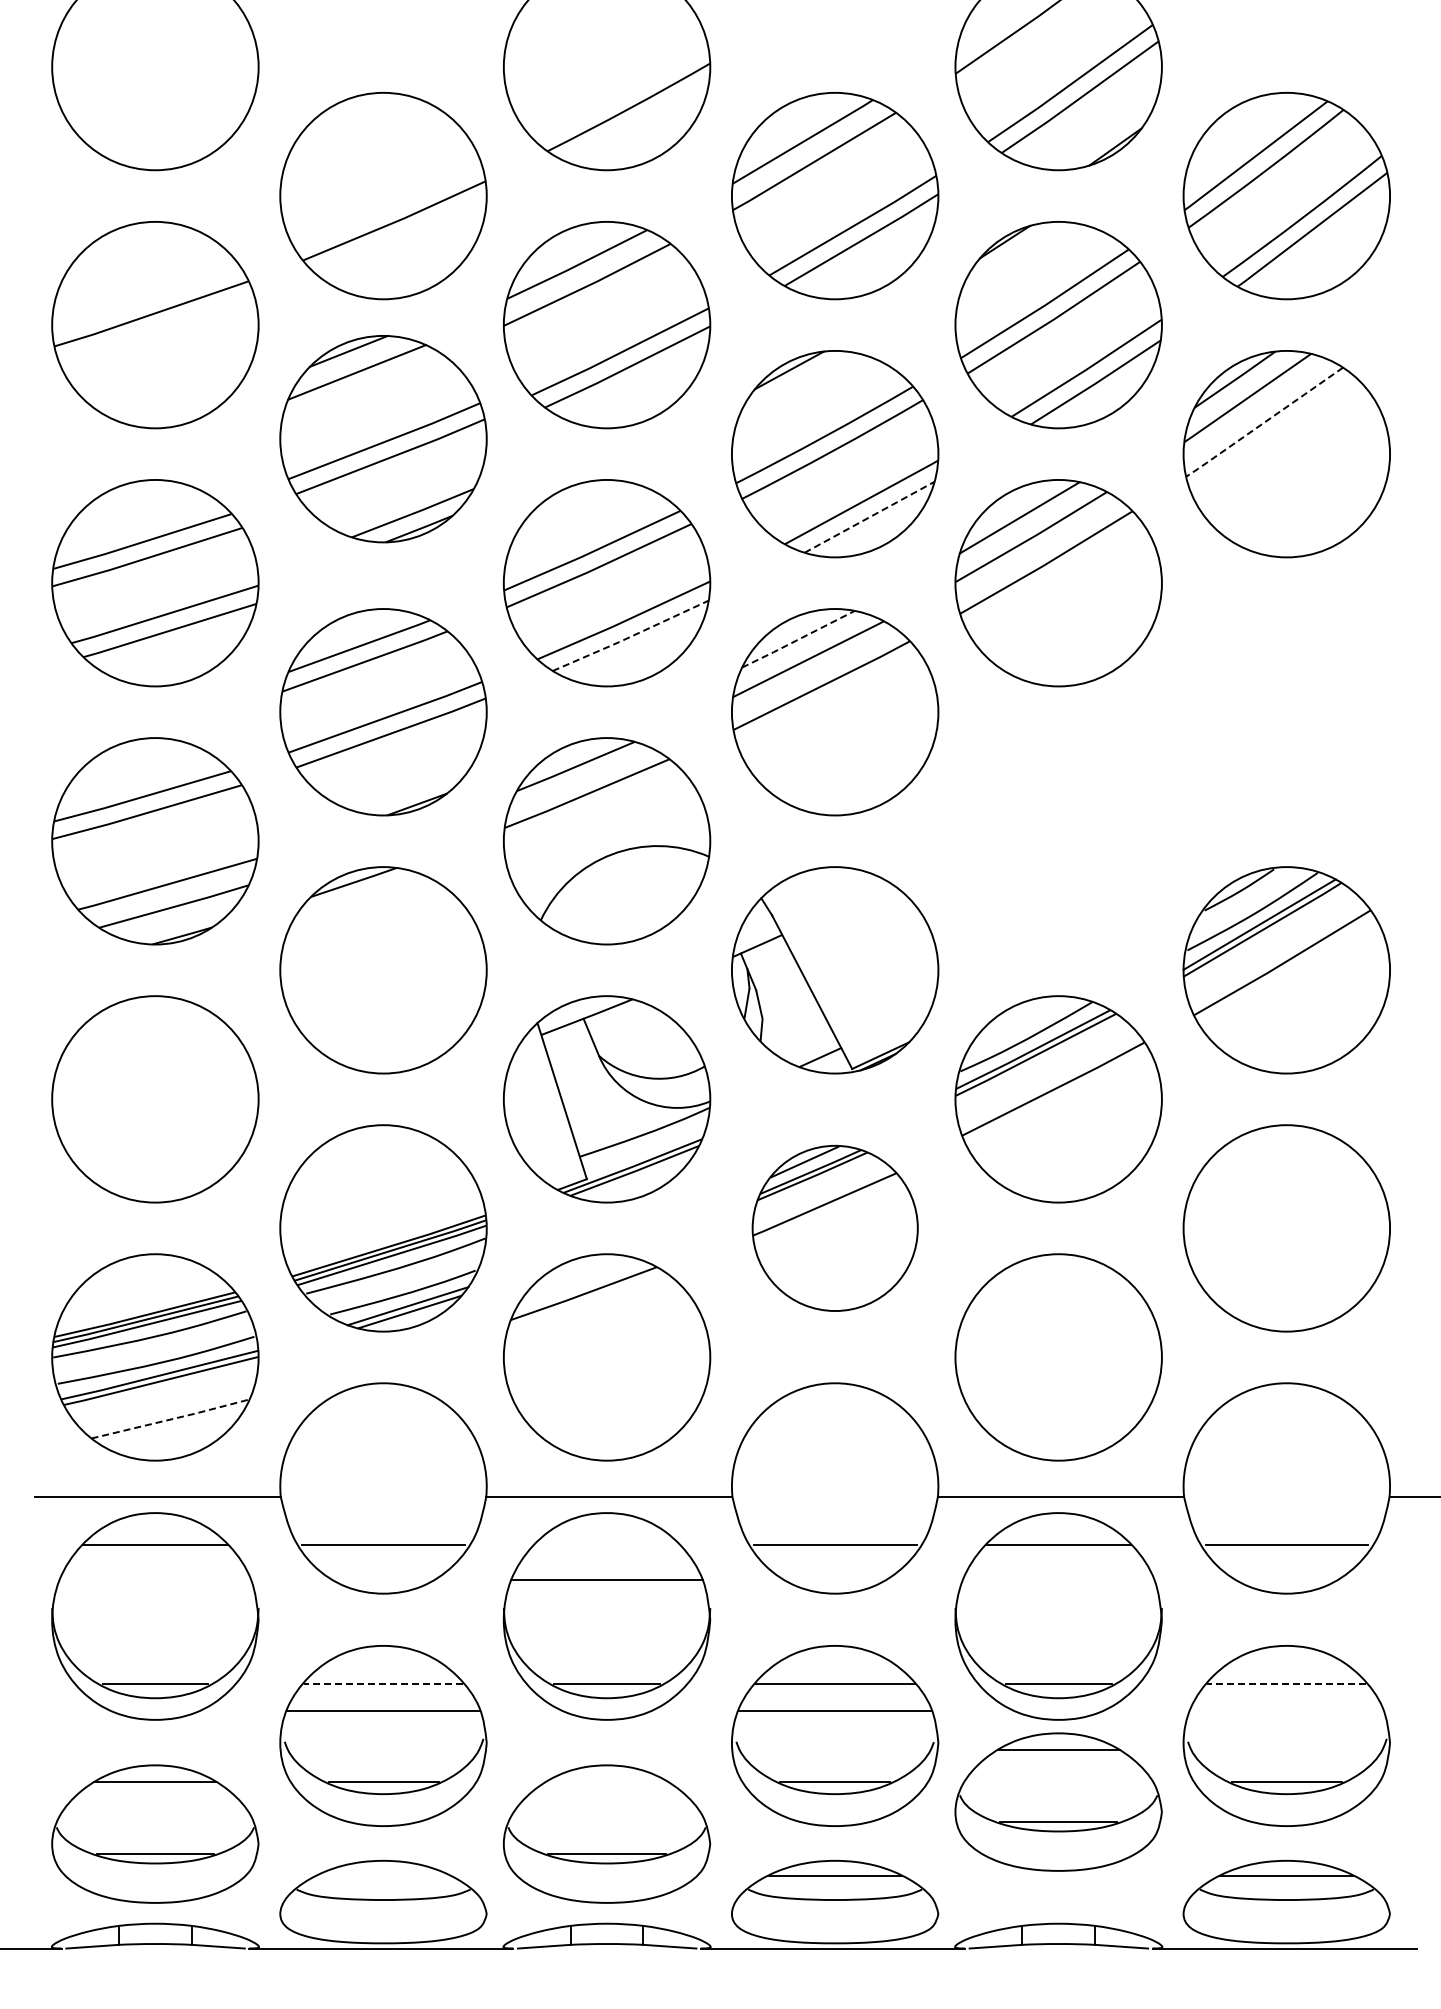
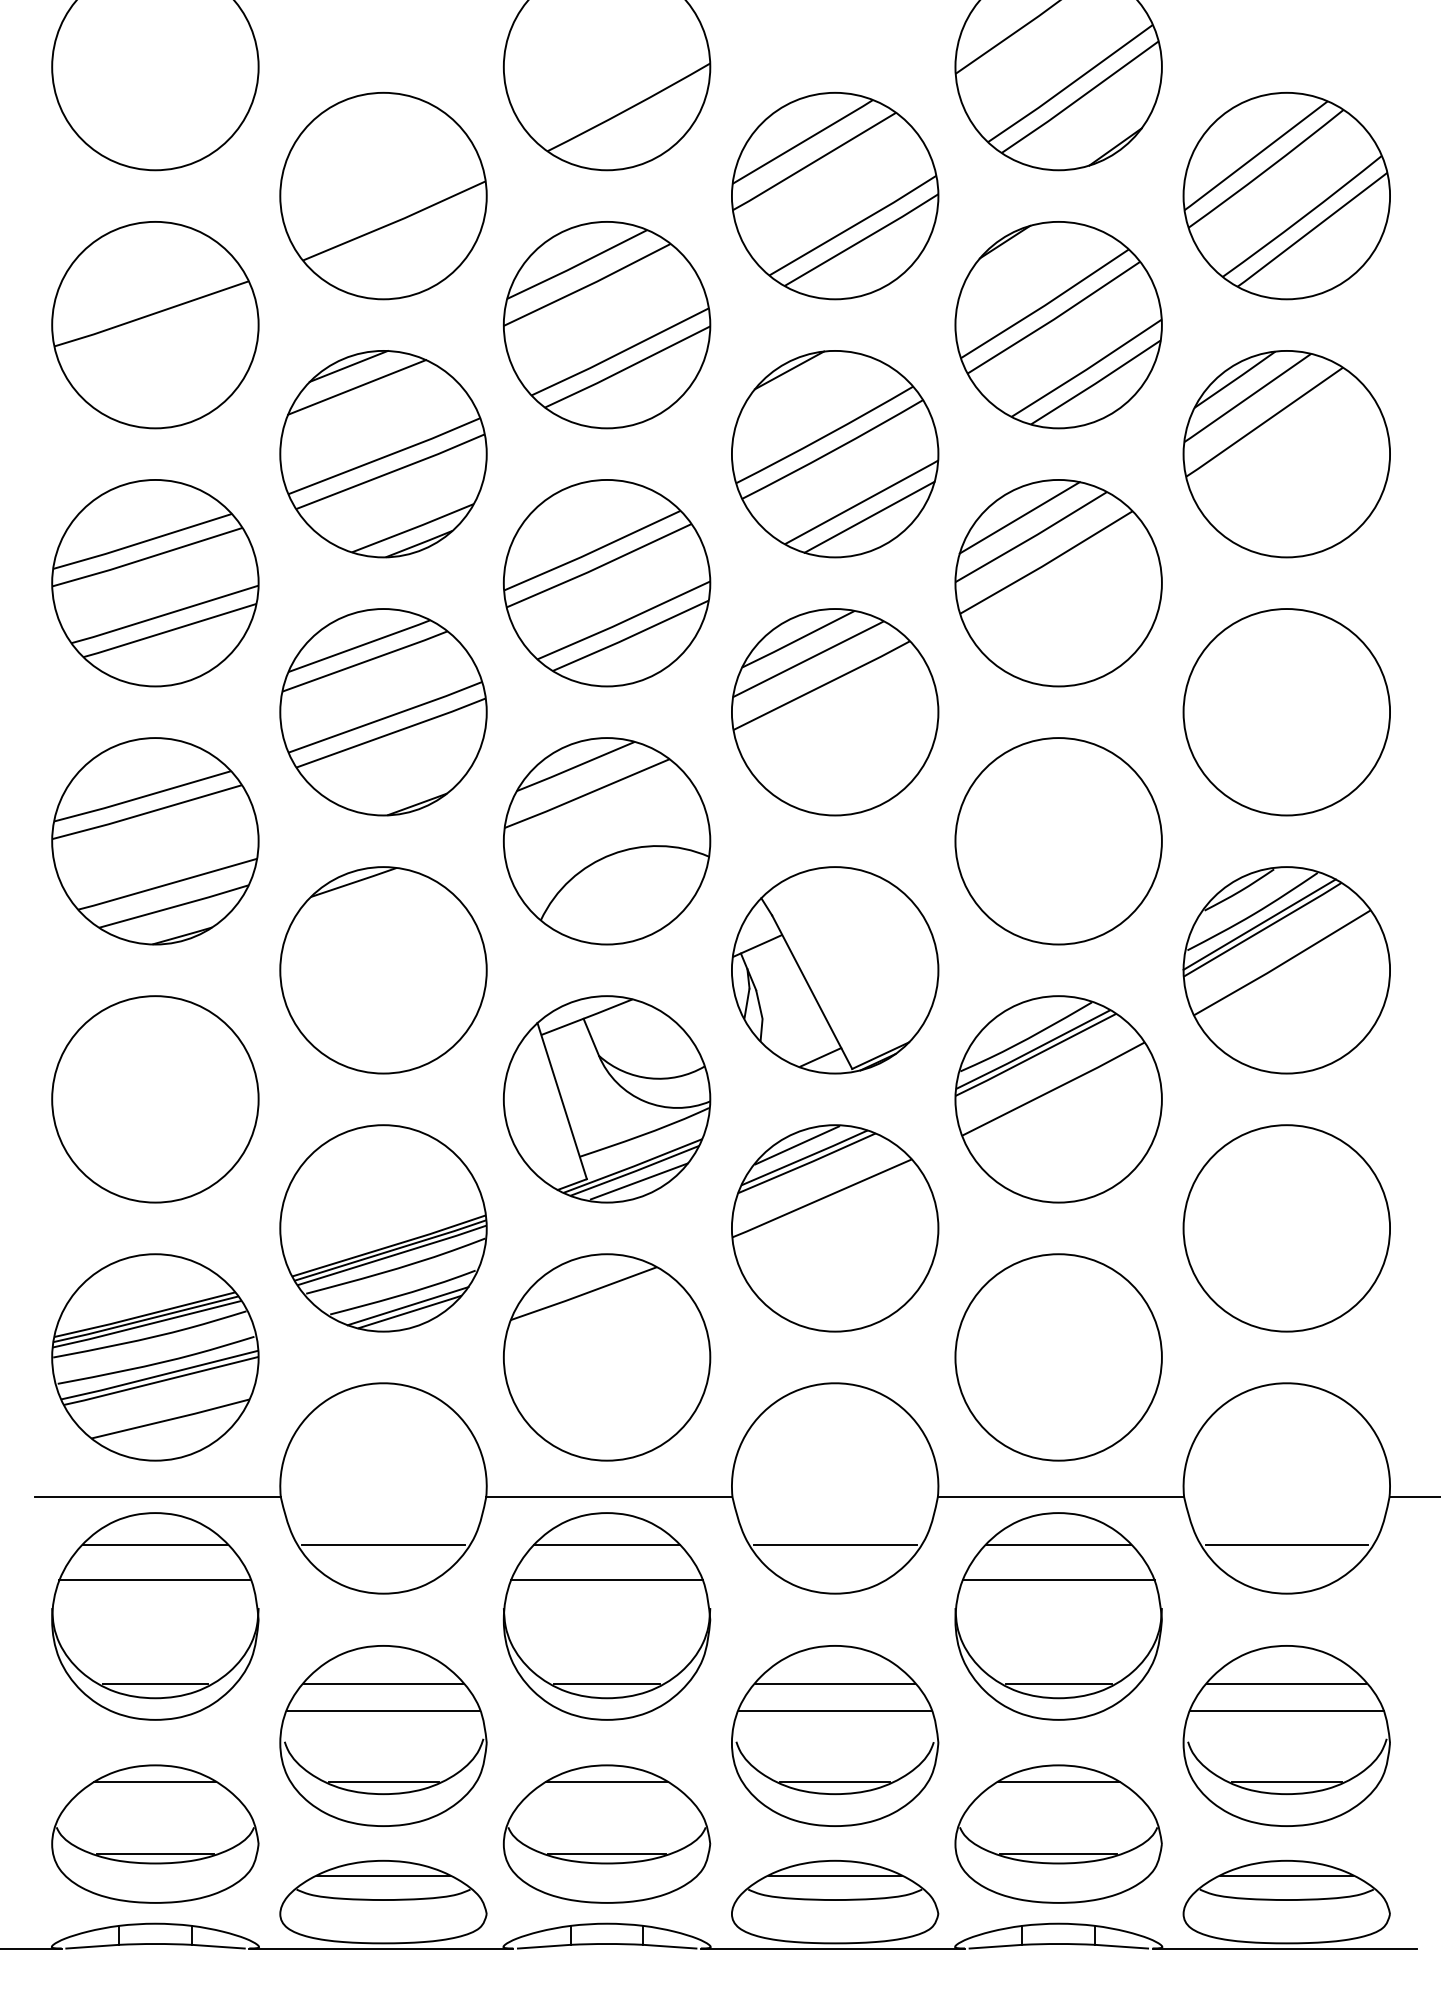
line at (1263, 423): dashed -> solid
part at (383, 439) position: (383, 439) -> (383, 454)
line at (870, 517): dashed -> solid
line at (630, 636): dashed -> solid
line at (798, 639): dashed -> solid
circle at (1286, 712): none -> present
circle at (1058, 841): none -> present
line at (638, 1181): none -> present
part at (834, 1228) size: 168x167 px -> 209x209 px
line at (171, 1419): dashed -> solid
line at (606, 1544): none -> present
line at (155, 1580): none -> present
line at (1058, 1580): none -> present
line at (383, 1684): dashed -> solid
line at (1286, 1684): dashed -> solid
line at (1286, 1711): none -> present
line at (607, 1782): none -> present
part at (1058, 1801) position: (1058, 1801) -> (1058, 1833)
line at (383, 1875): none -> present
